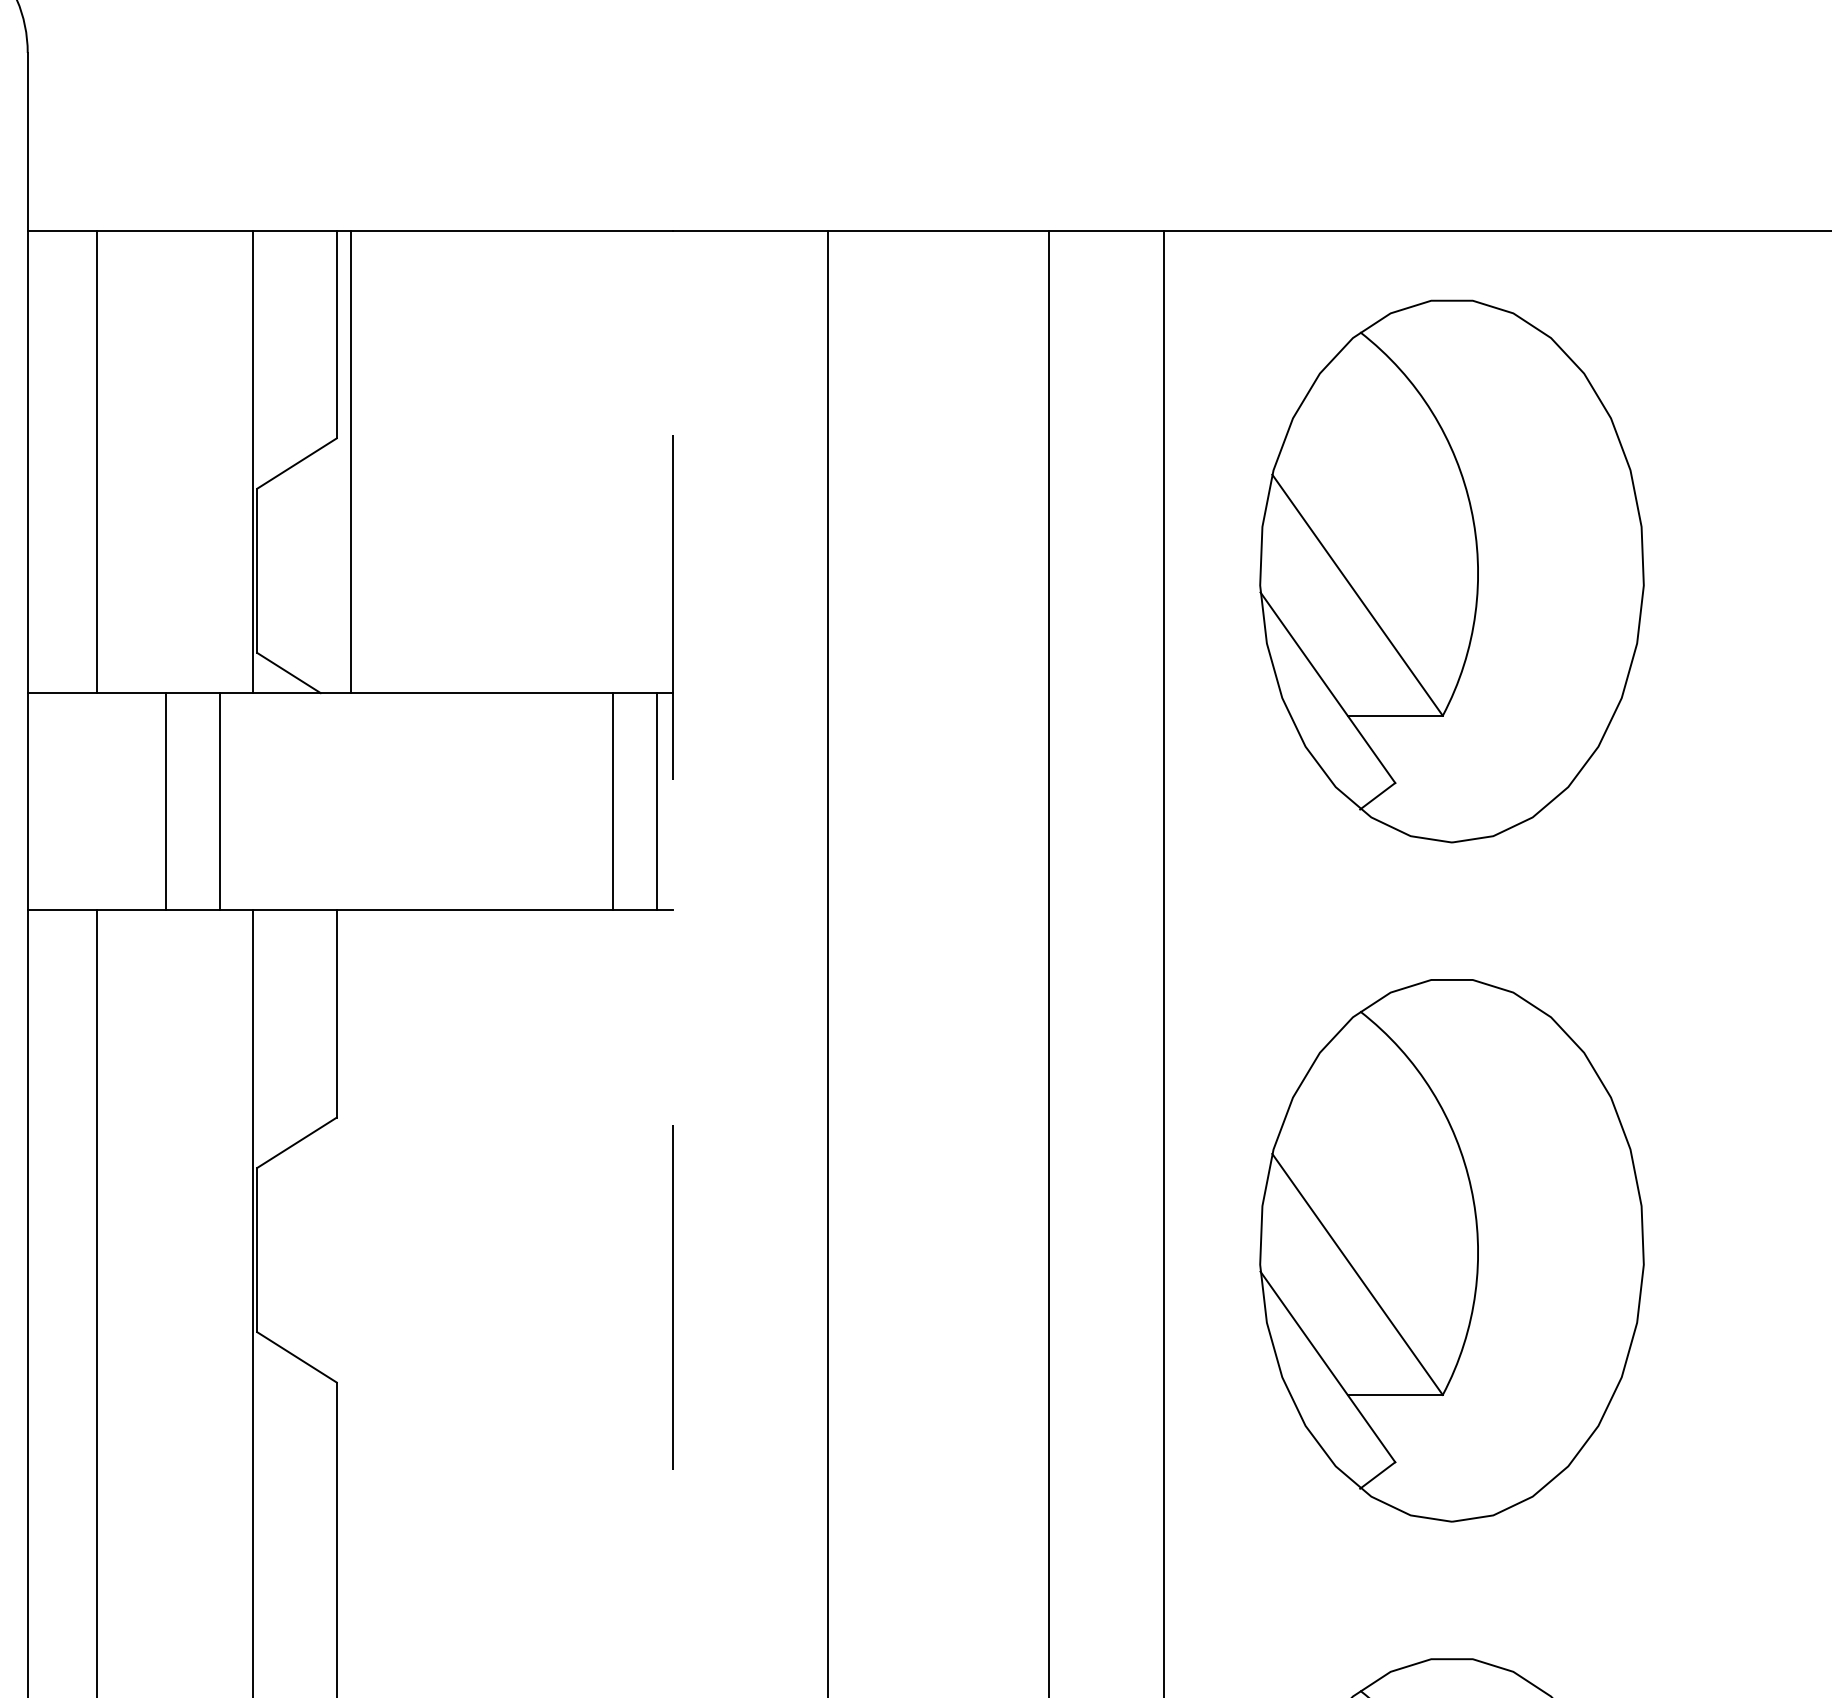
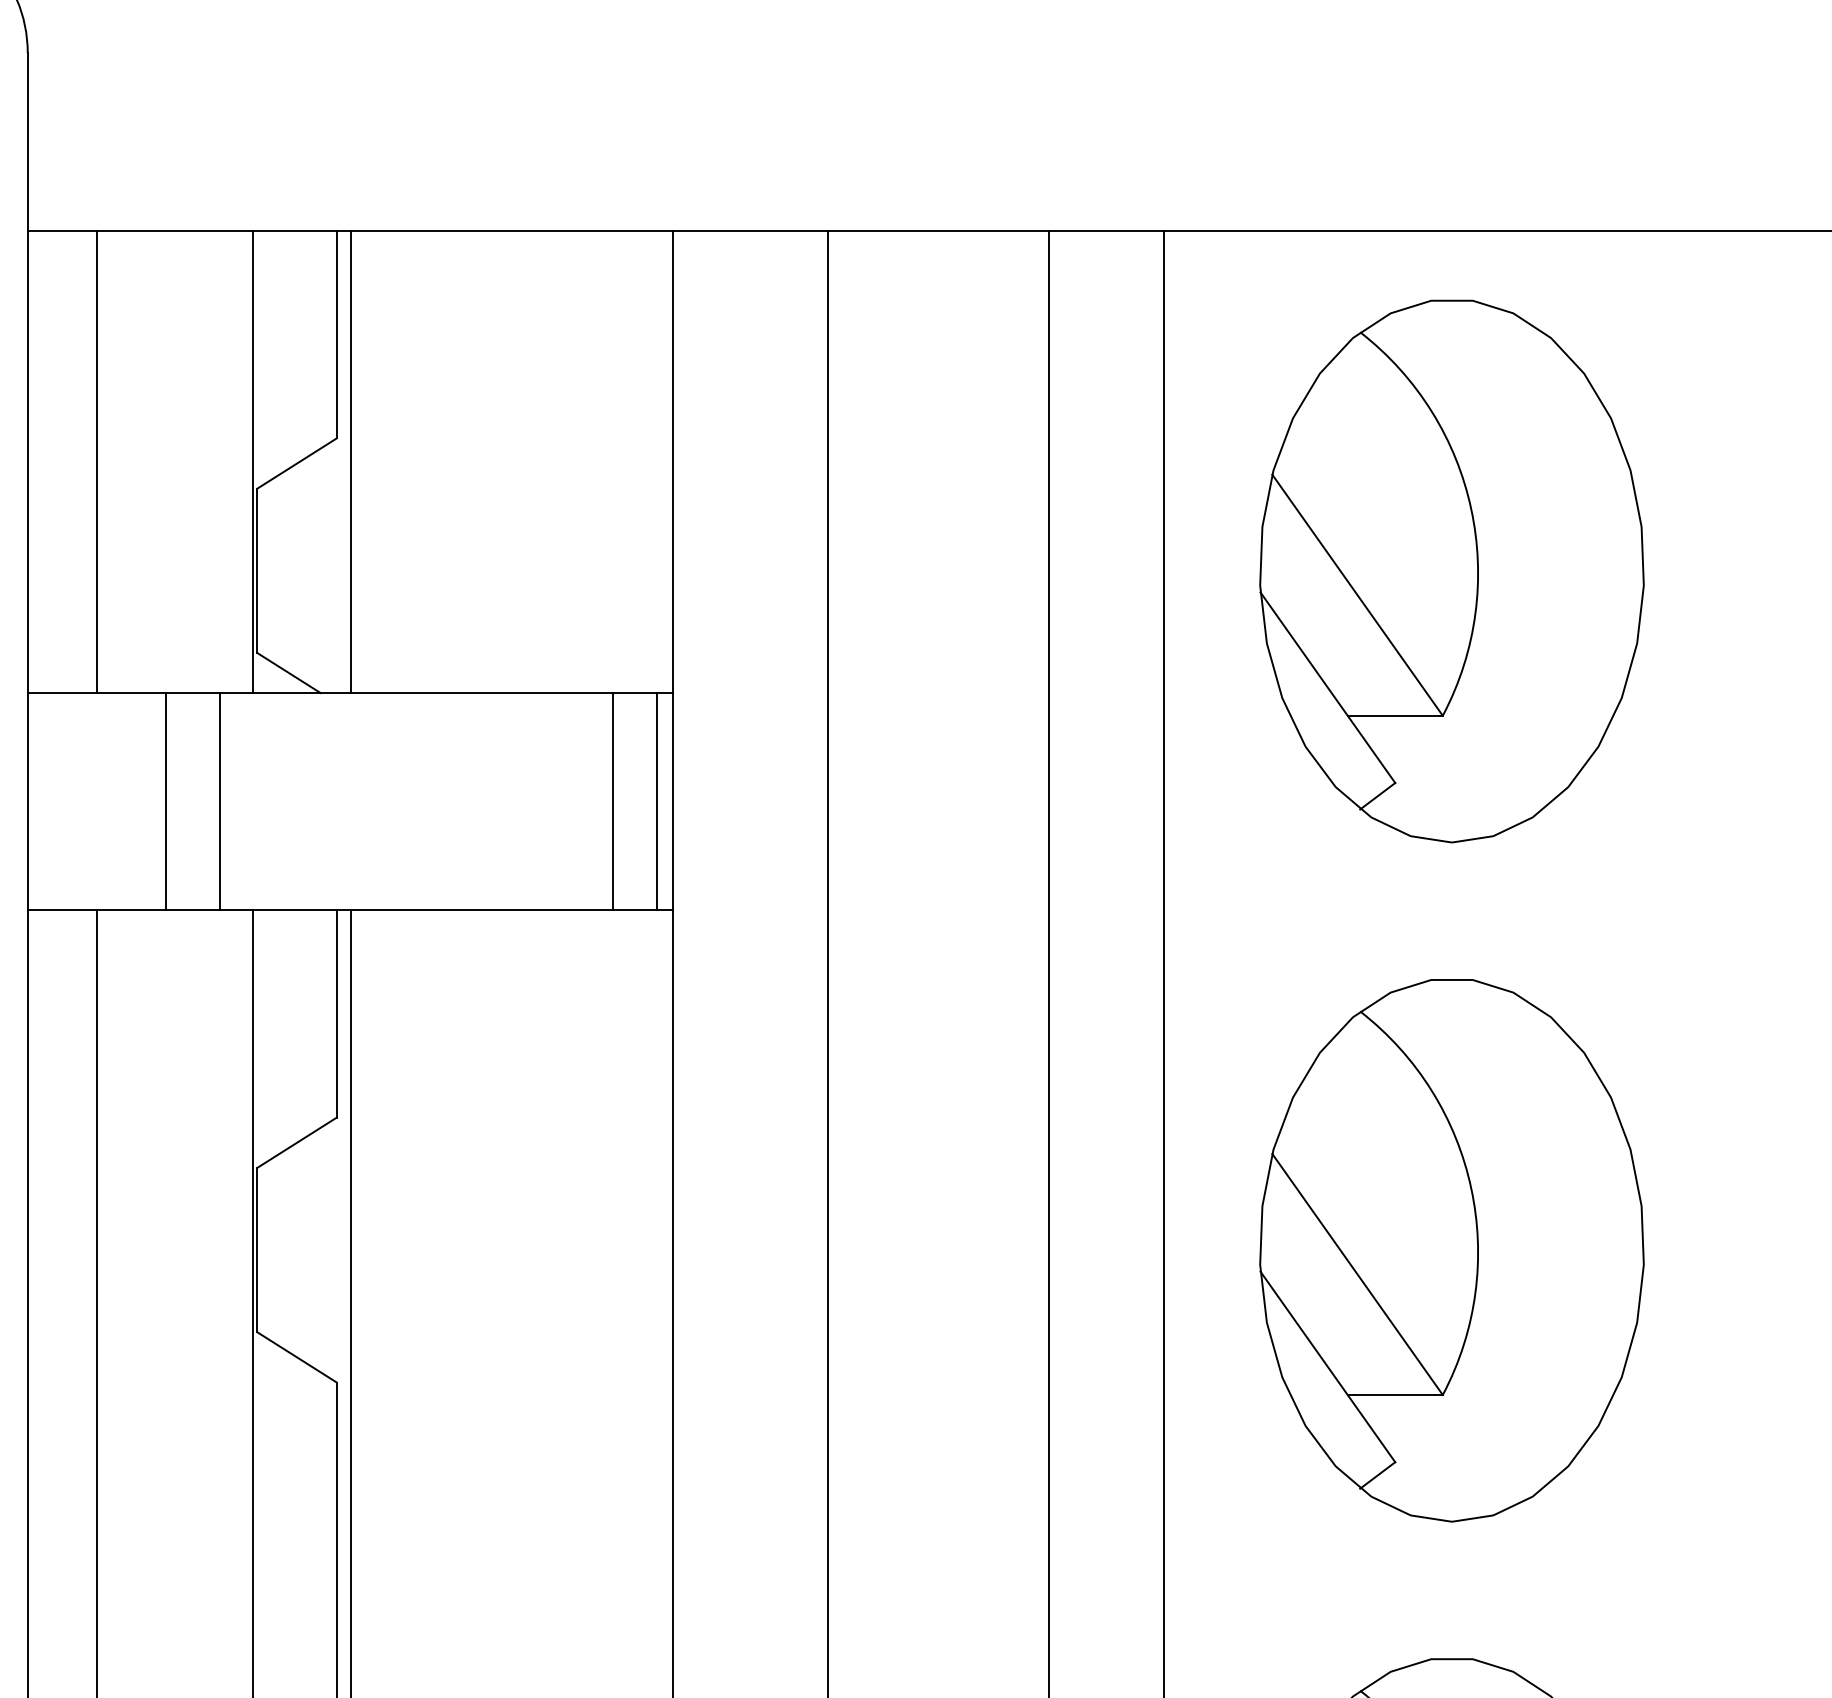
line at (673, 964): dashed -> solid
line at (351, 1302): none -> present
